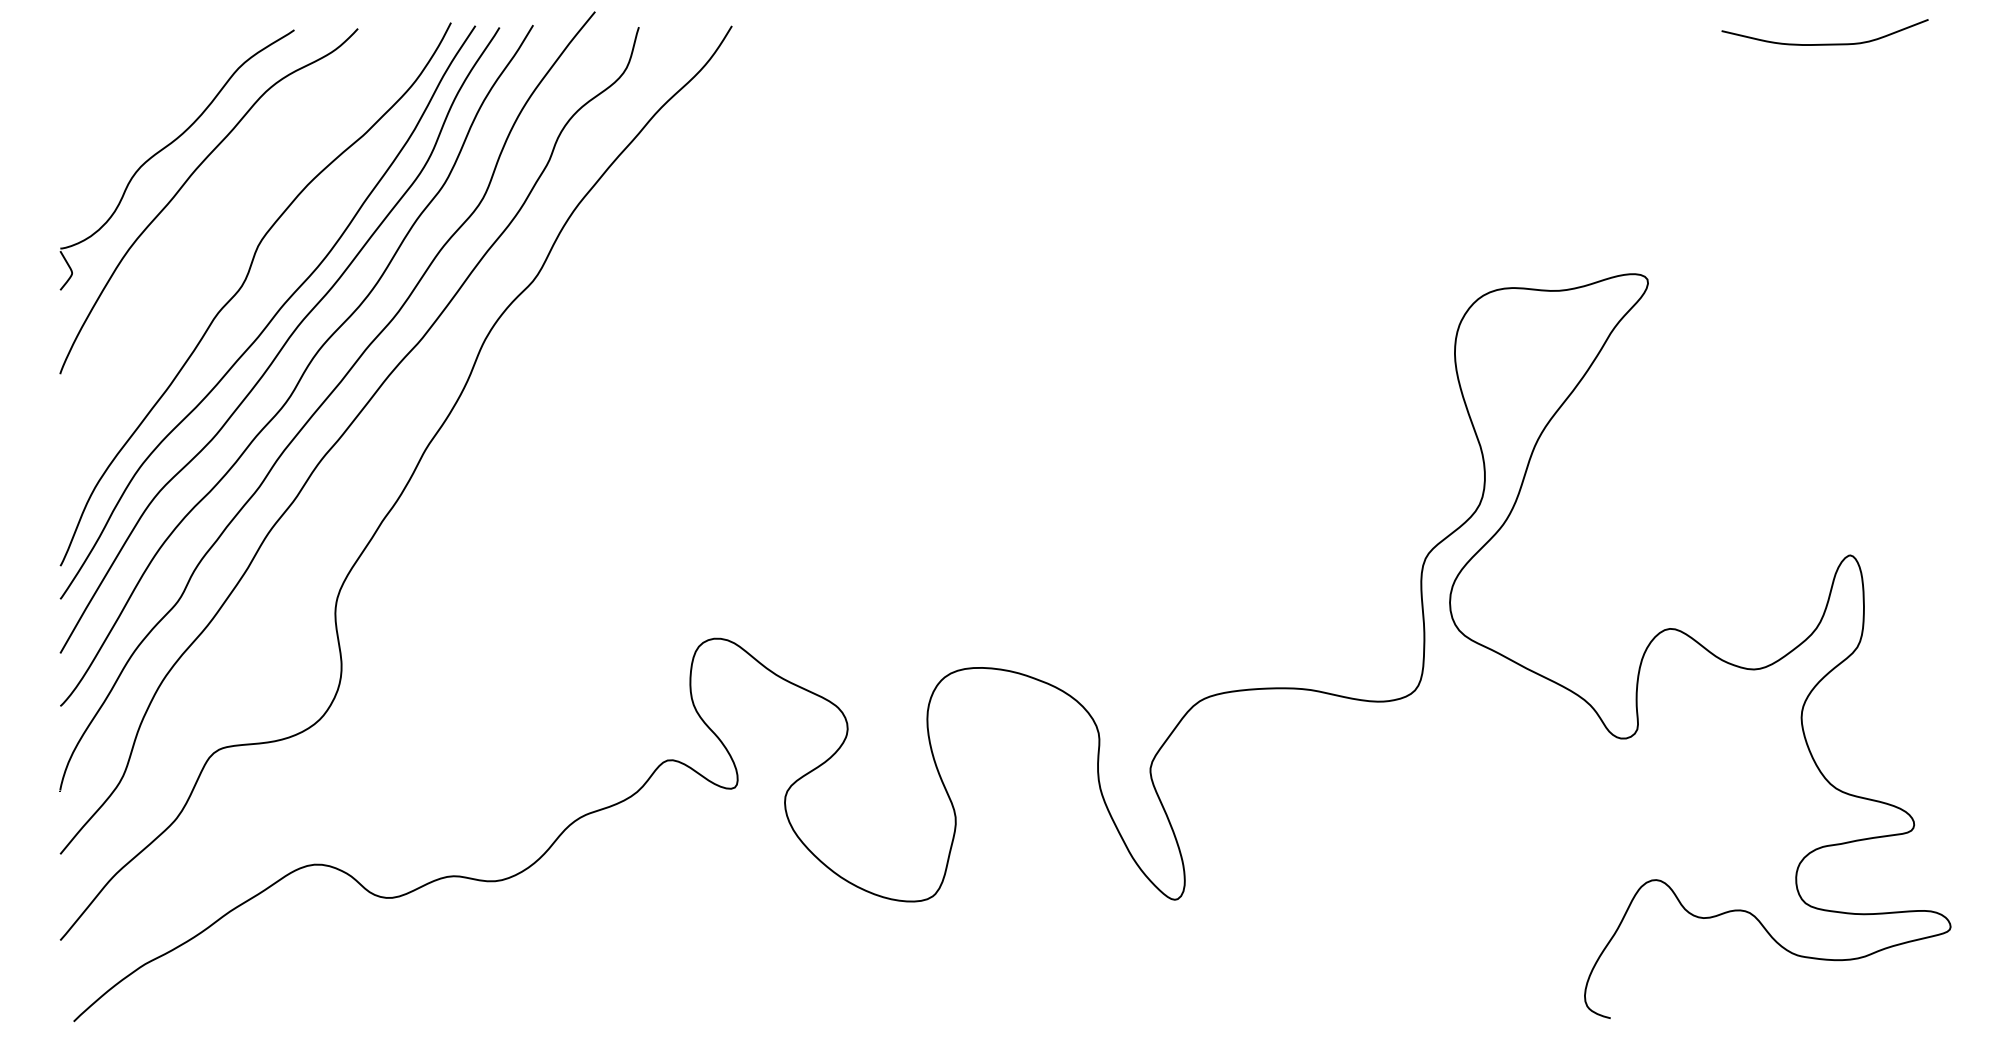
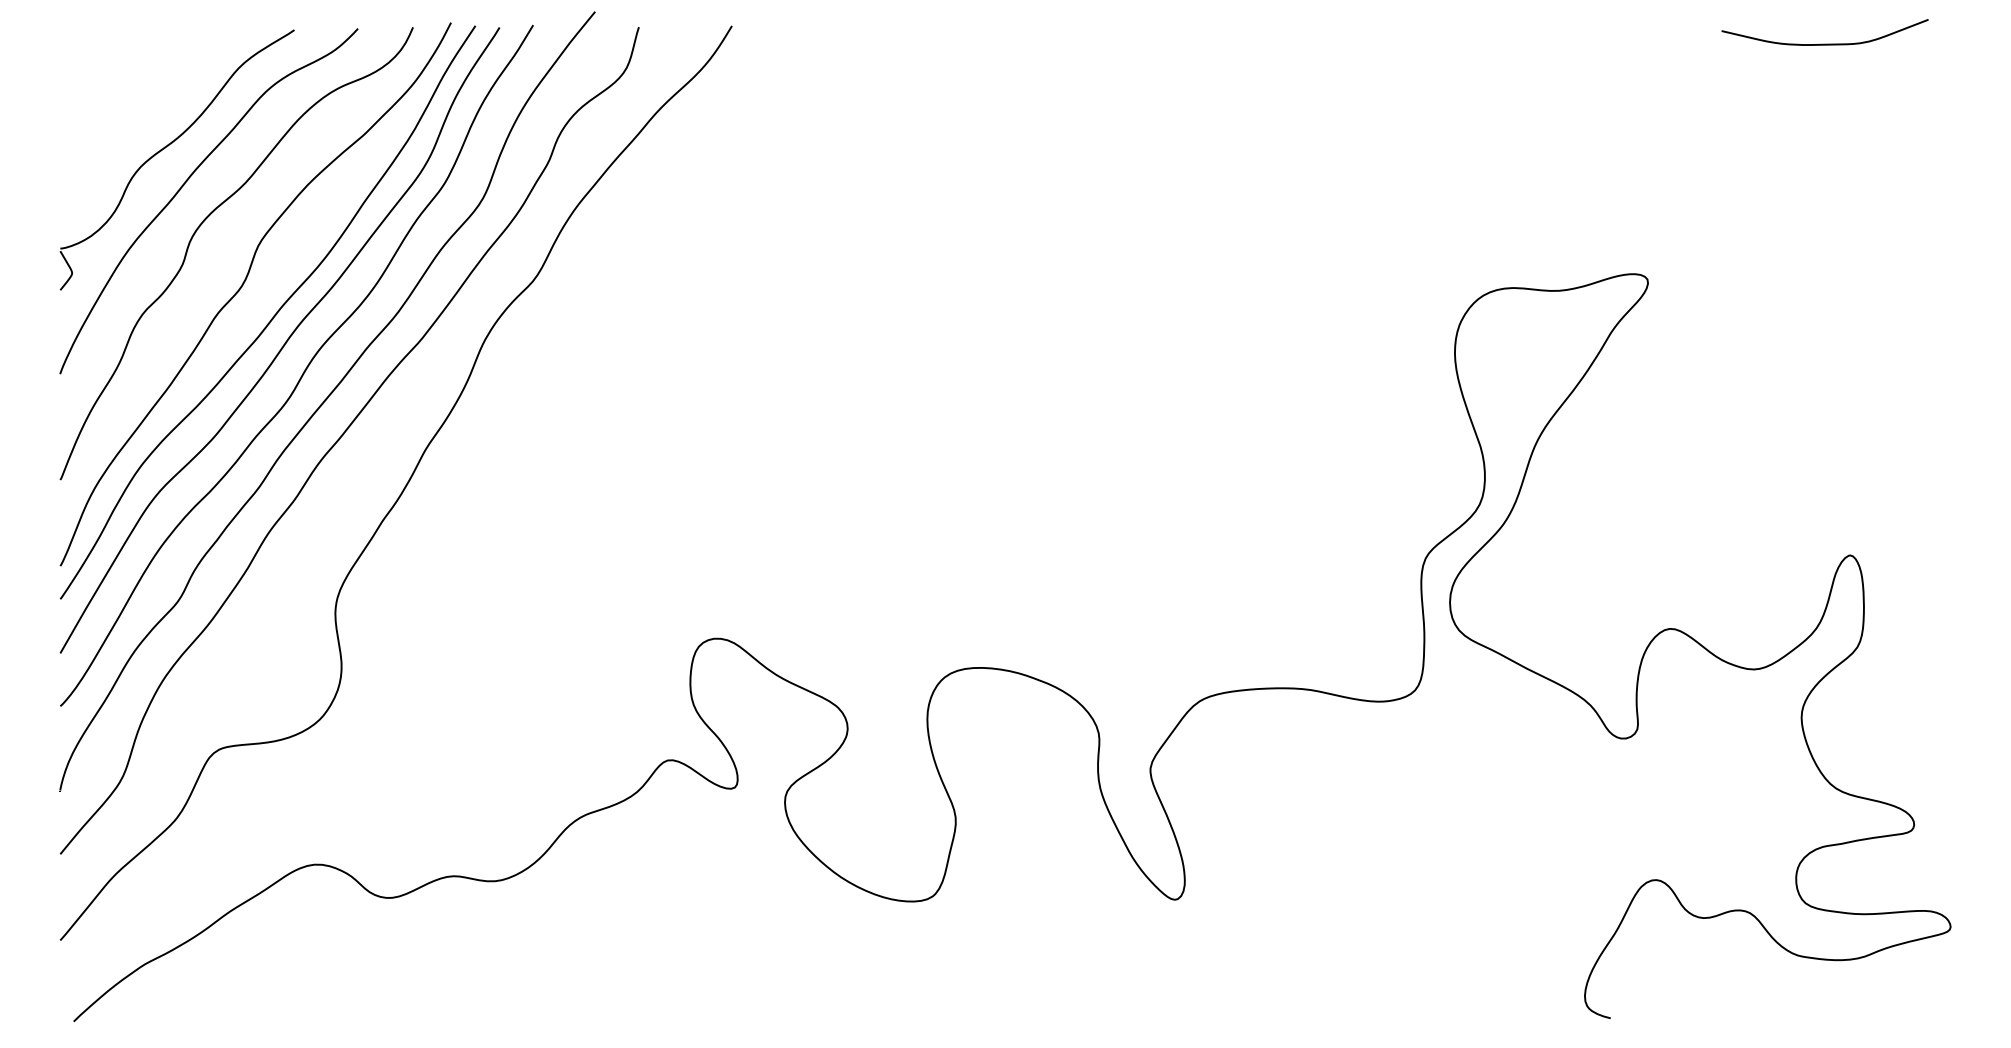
curve at (202, 224): none -> present
